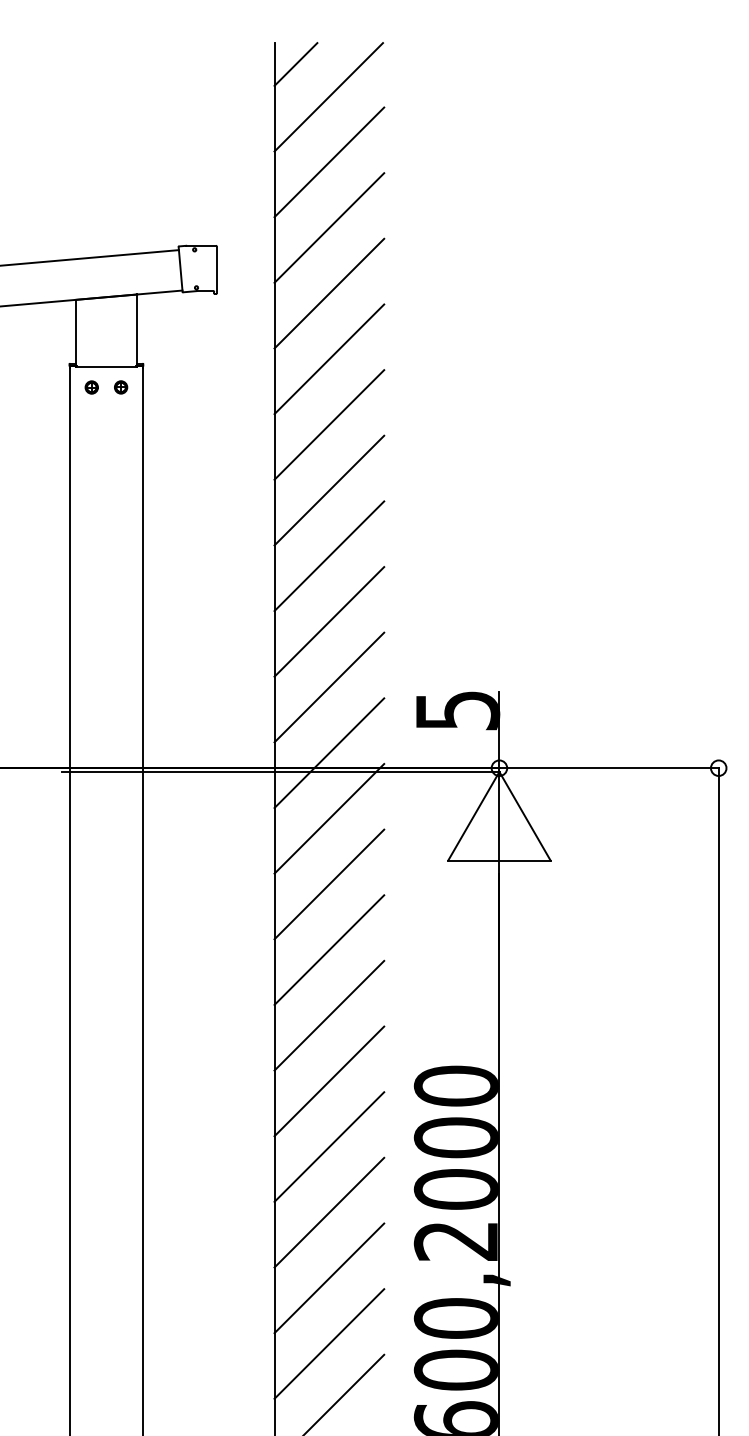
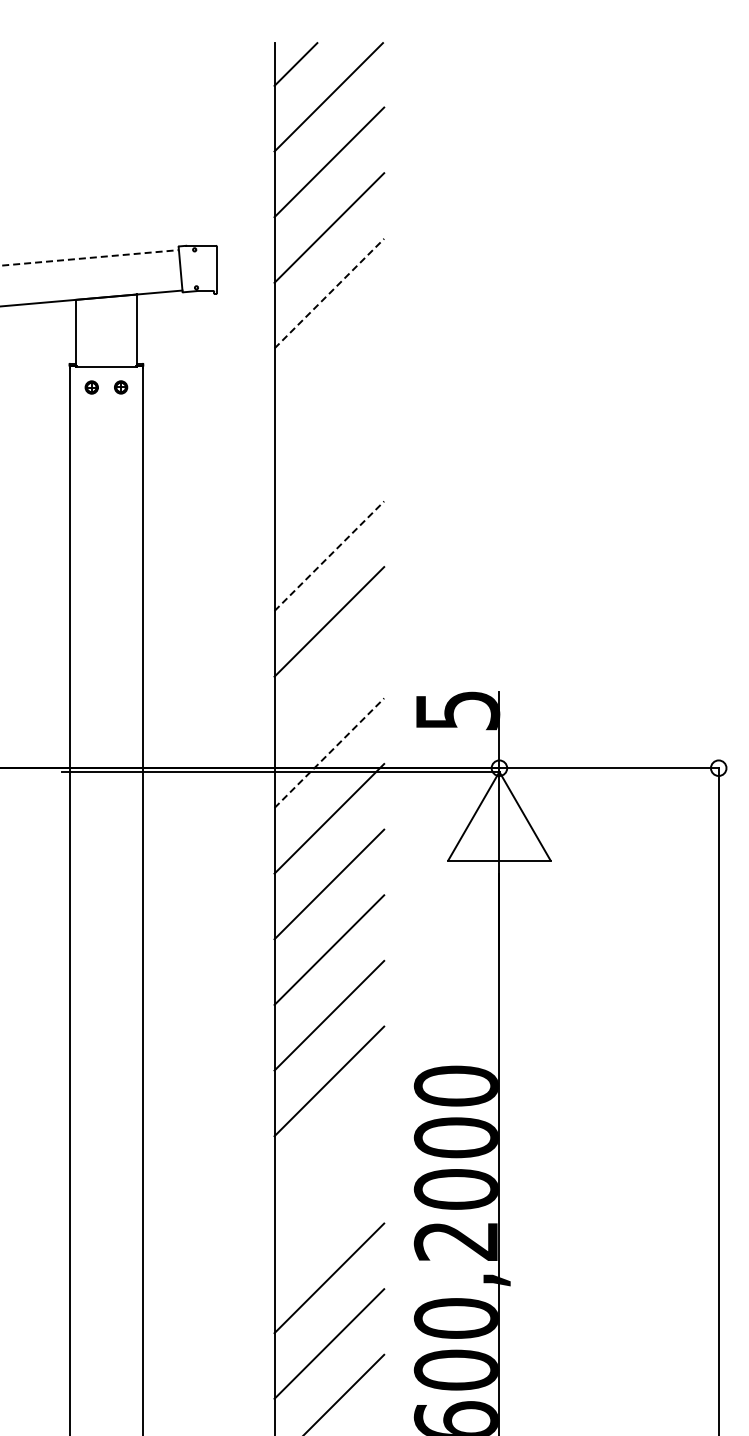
line at (90, 257): solid -> dashed
line at (329, 293): solid -> dashed
line at (329, 359): present -> none
line at (329, 424): present -> none
line at (329, 490): present -> none
line at (329, 556): solid -> dashed
line at (329, 687): present -> none
line at (329, 753): solid -> dashed
line at (329, 1146): present -> none
line at (329, 1212): present -> none
